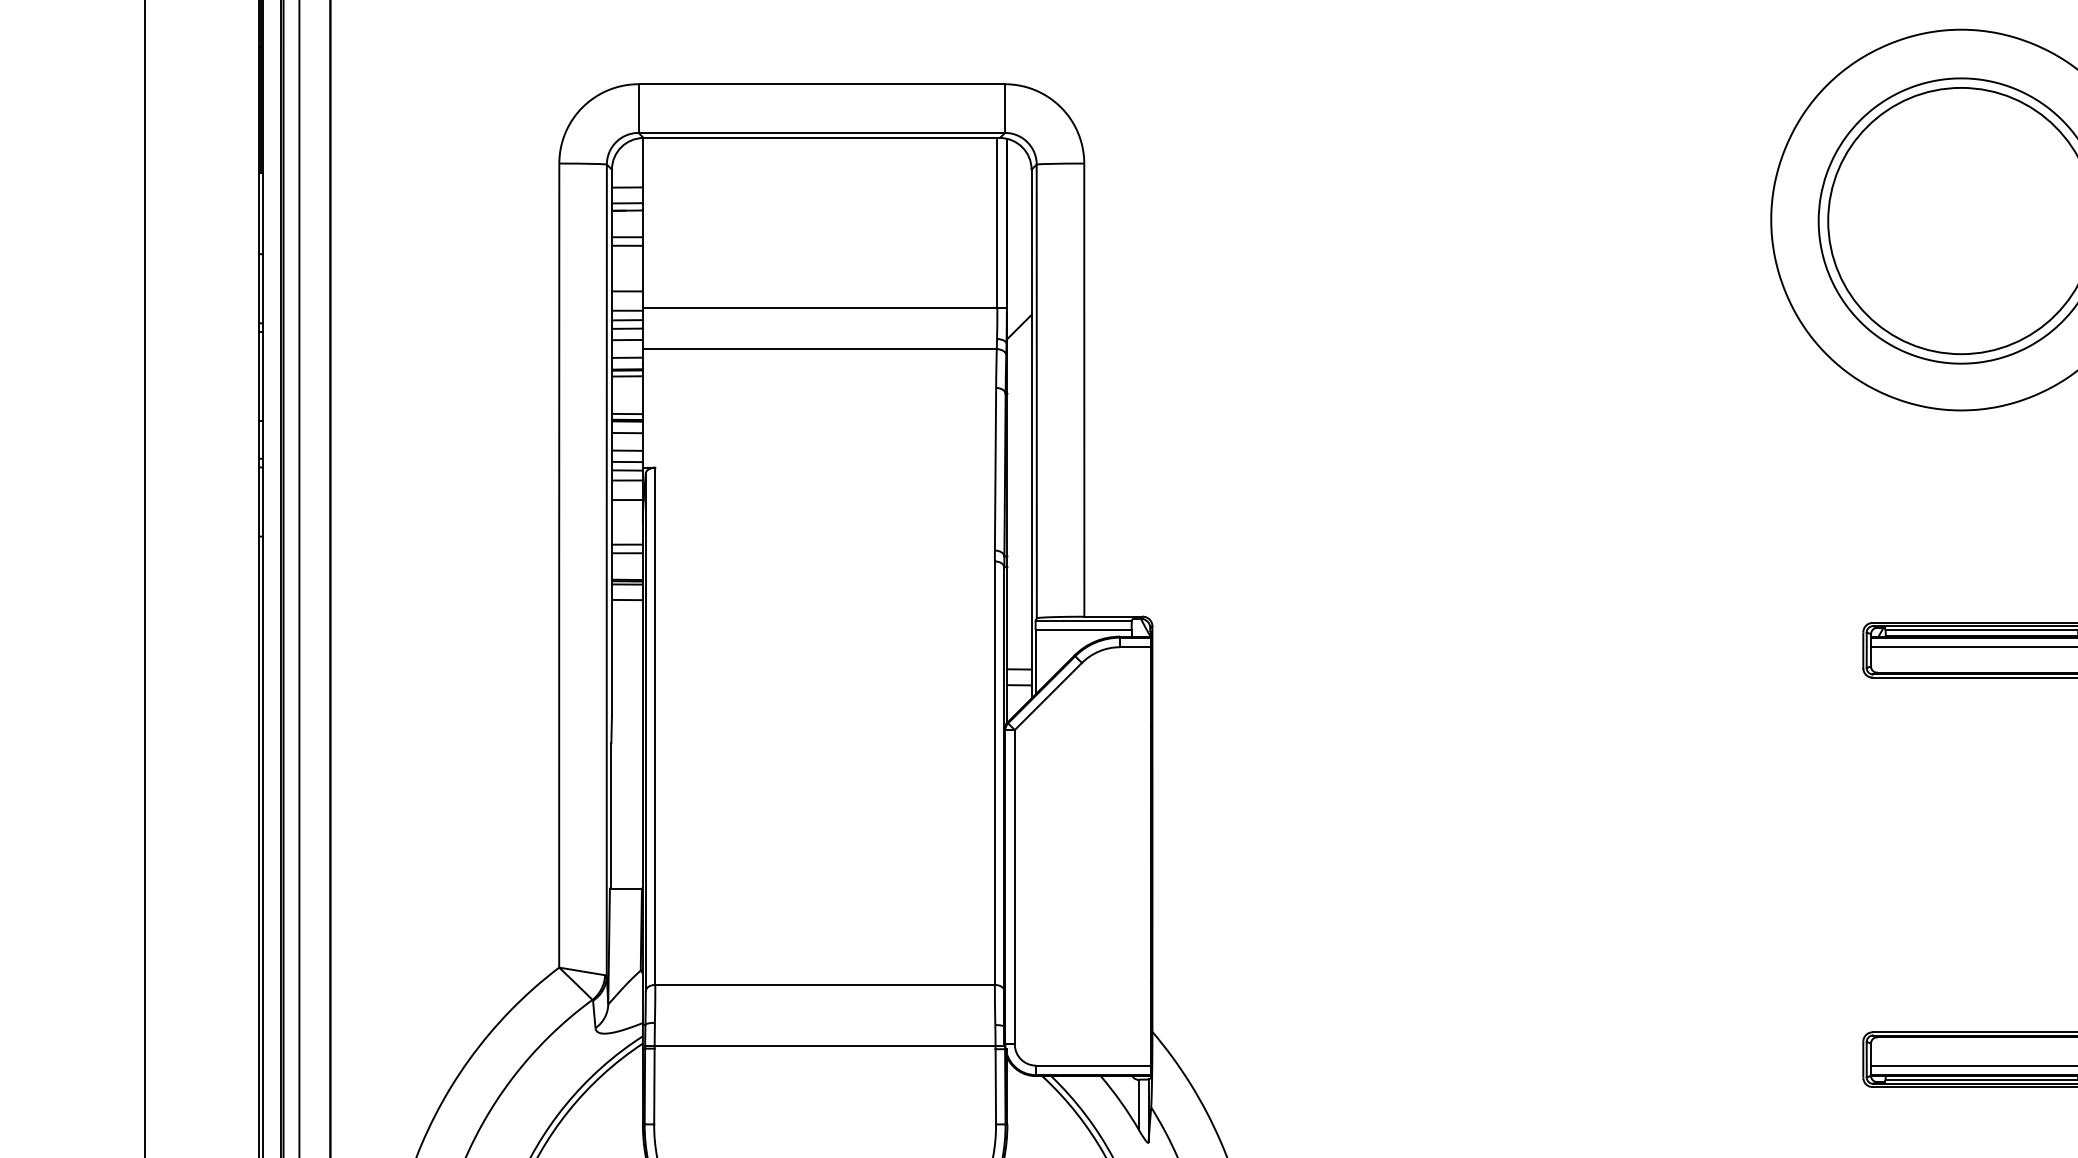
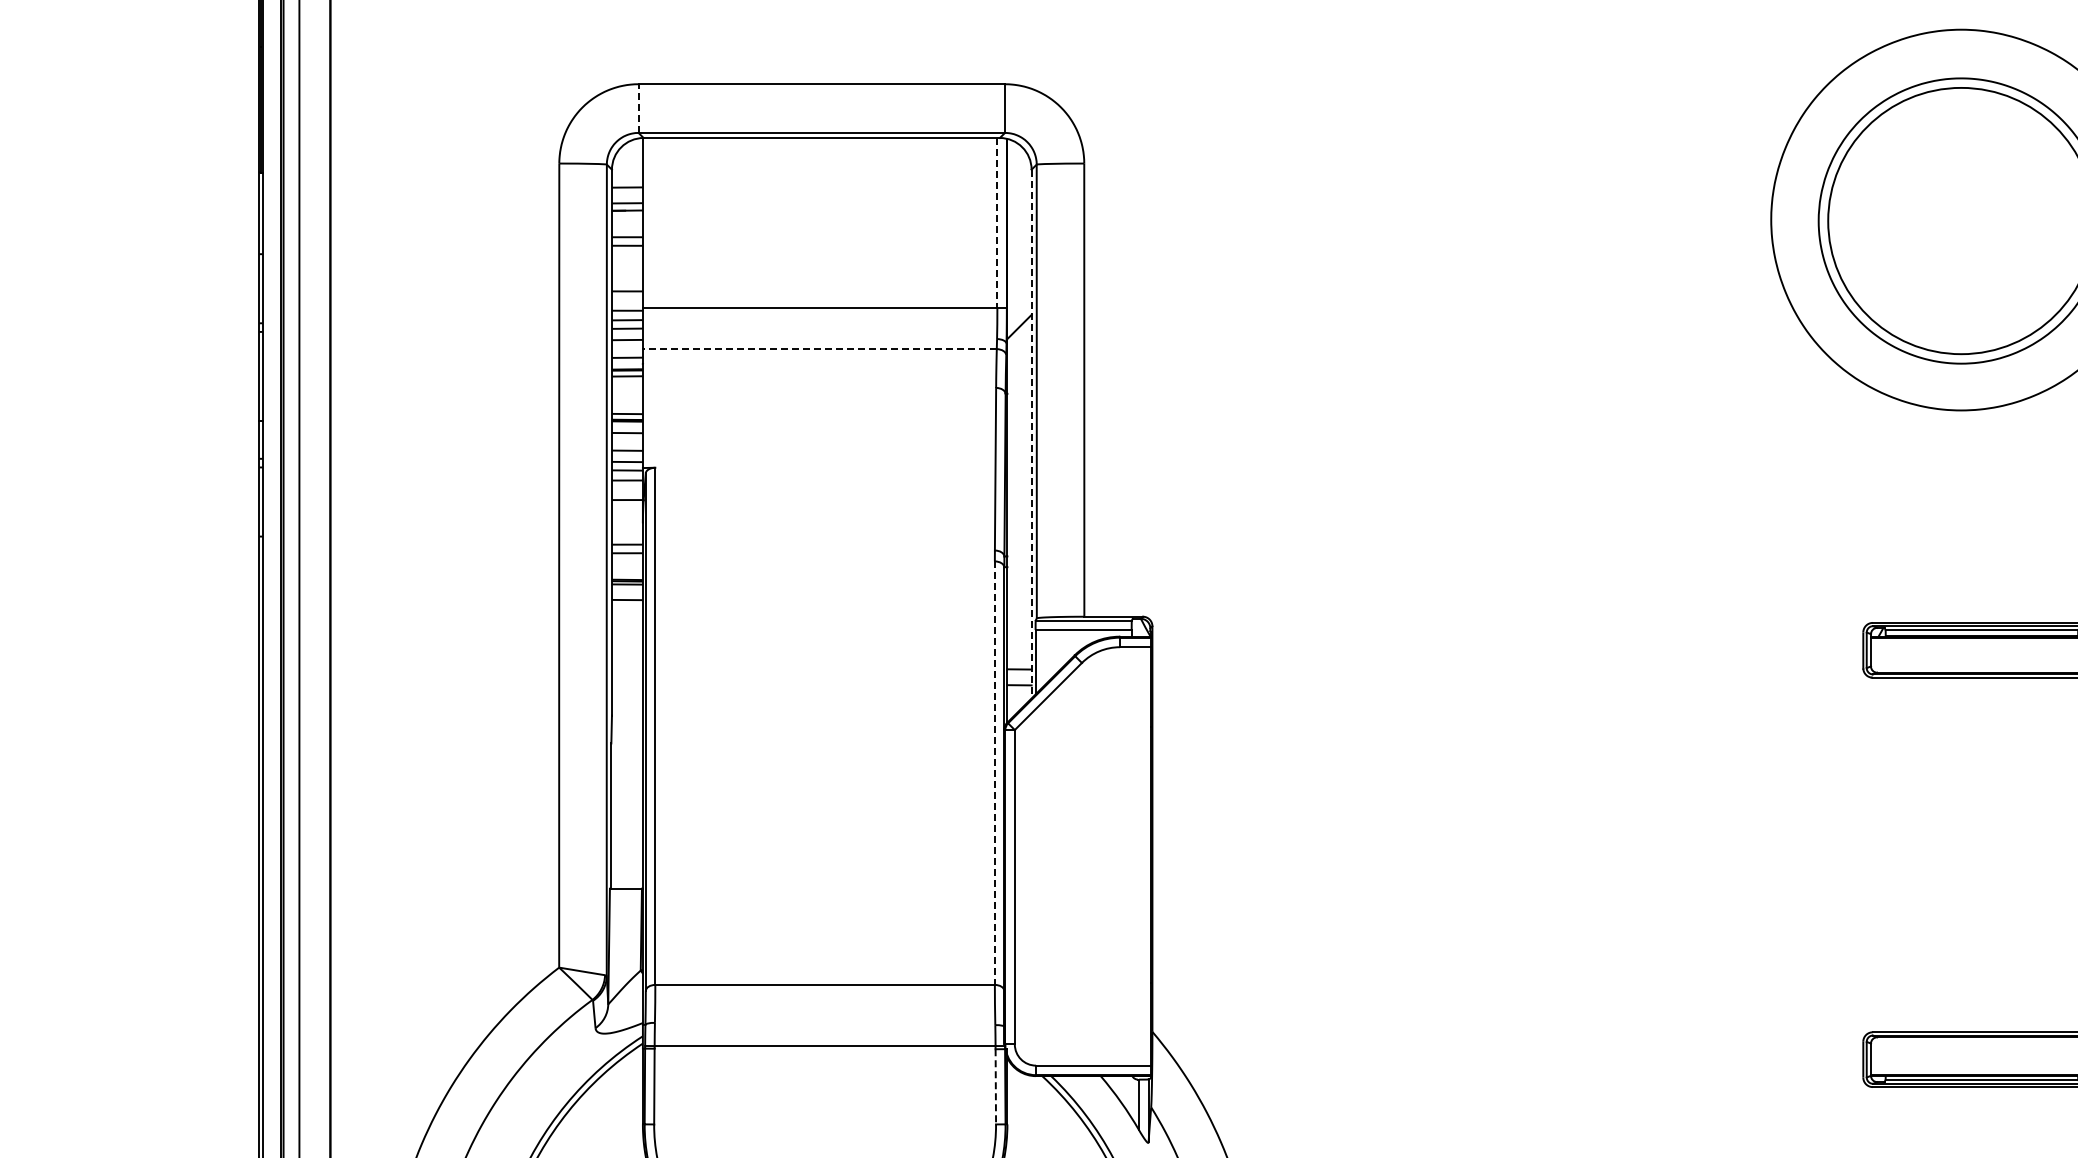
line at (638, 108): solid -> dashed
line at (997, 223): solid -> dashed
line at (819, 349): solid -> dashed
line at (1031, 434): solid -> dashed
line at (145, 578): present -> none
line at (1972, 647): present -> none
line at (994, 773): solid -> dashed
line at (1972, 1065): present -> none
line at (995, 1086): solid -> dashed
